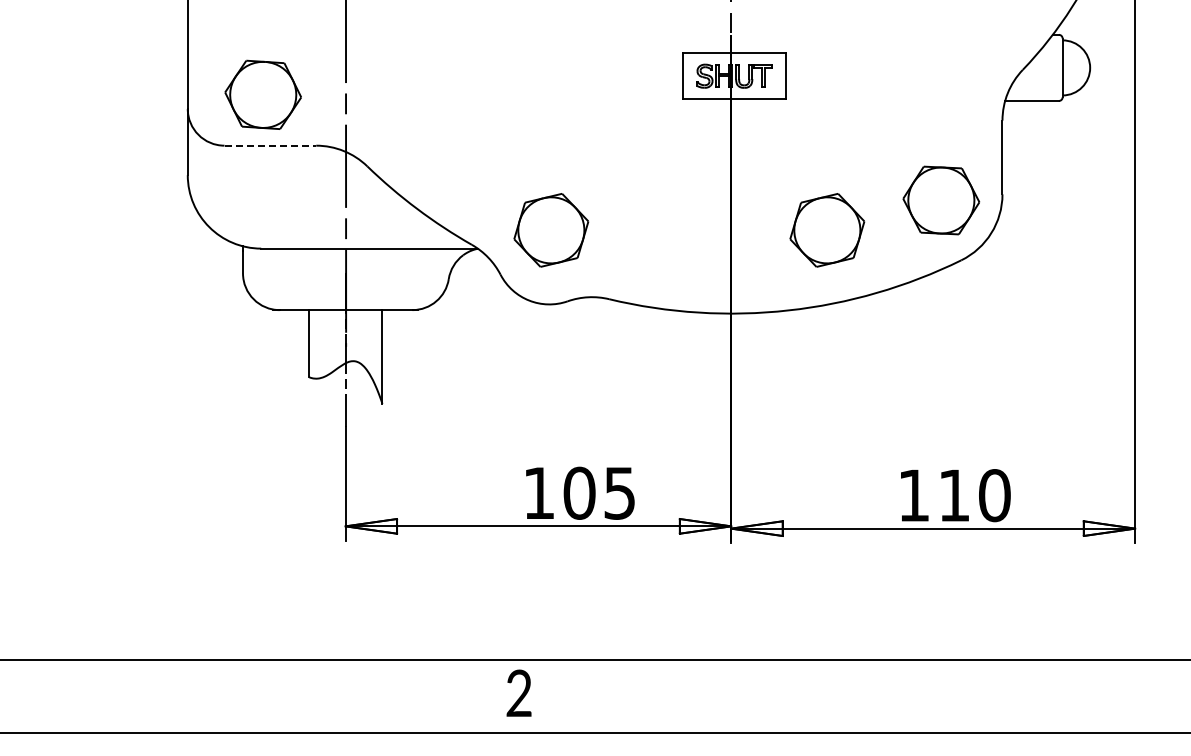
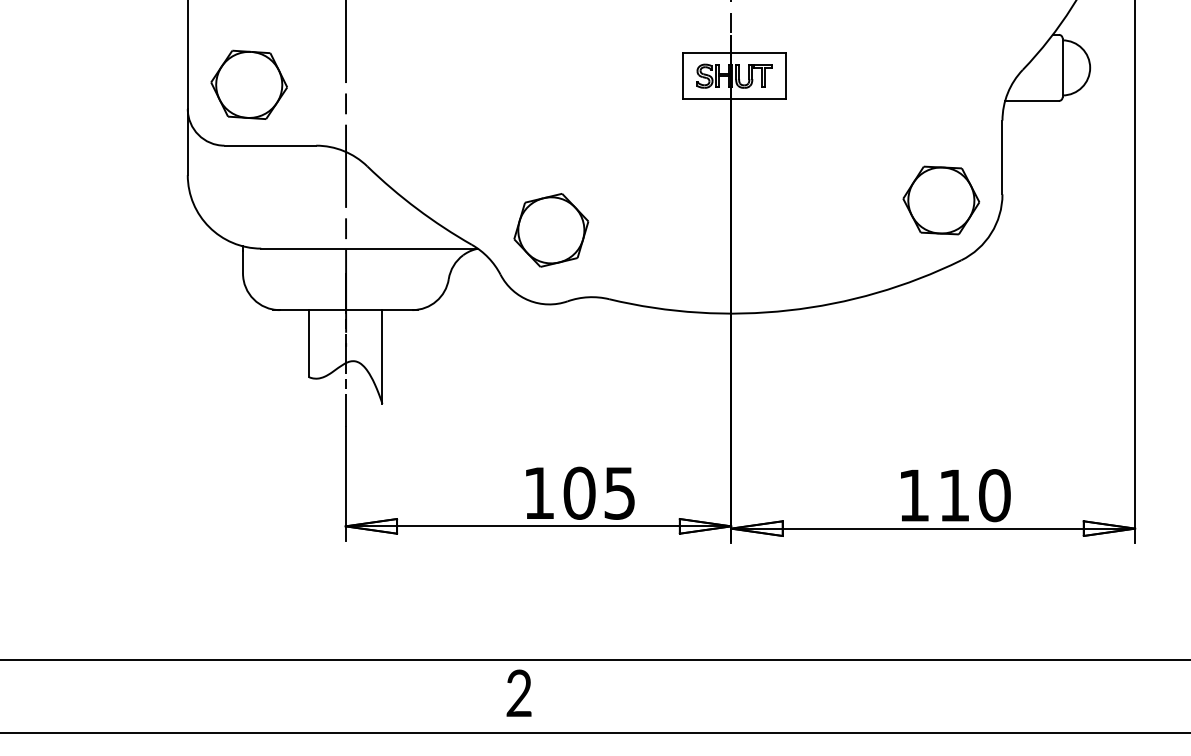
part at (262, 94) position: (262, 94) -> (248, 84)
line at (270, 145): dashed -> solid
part at (827, 230): present -> none
